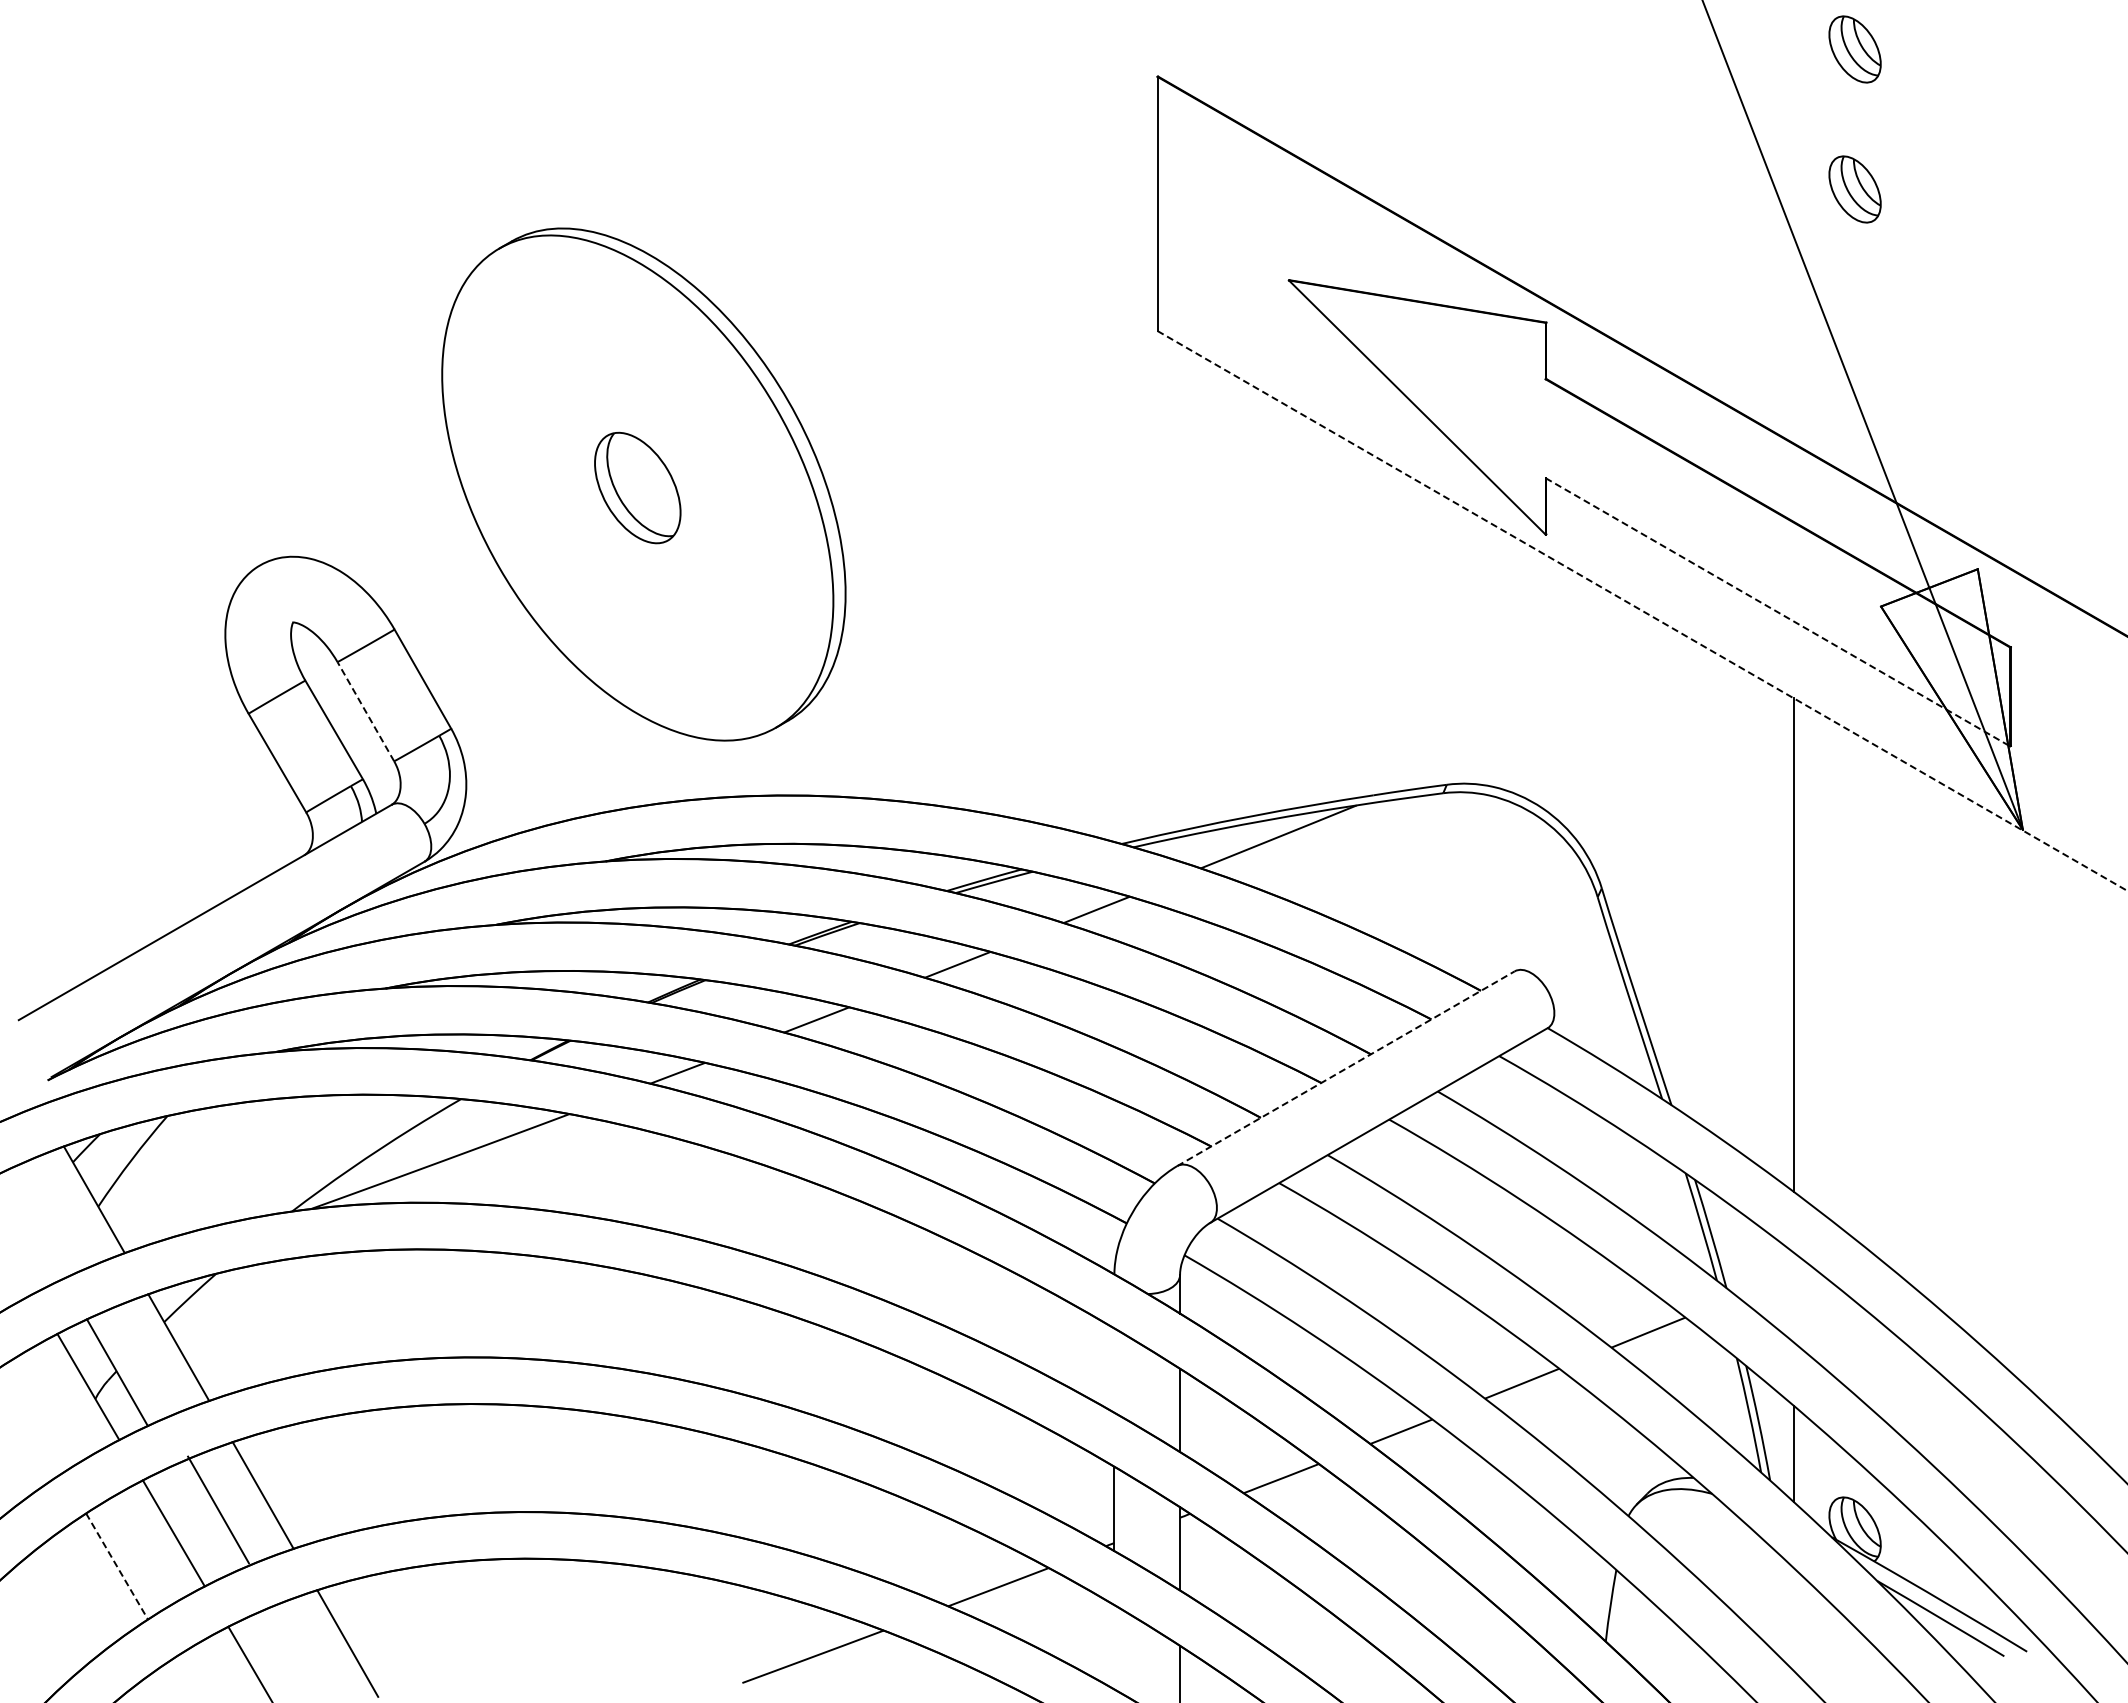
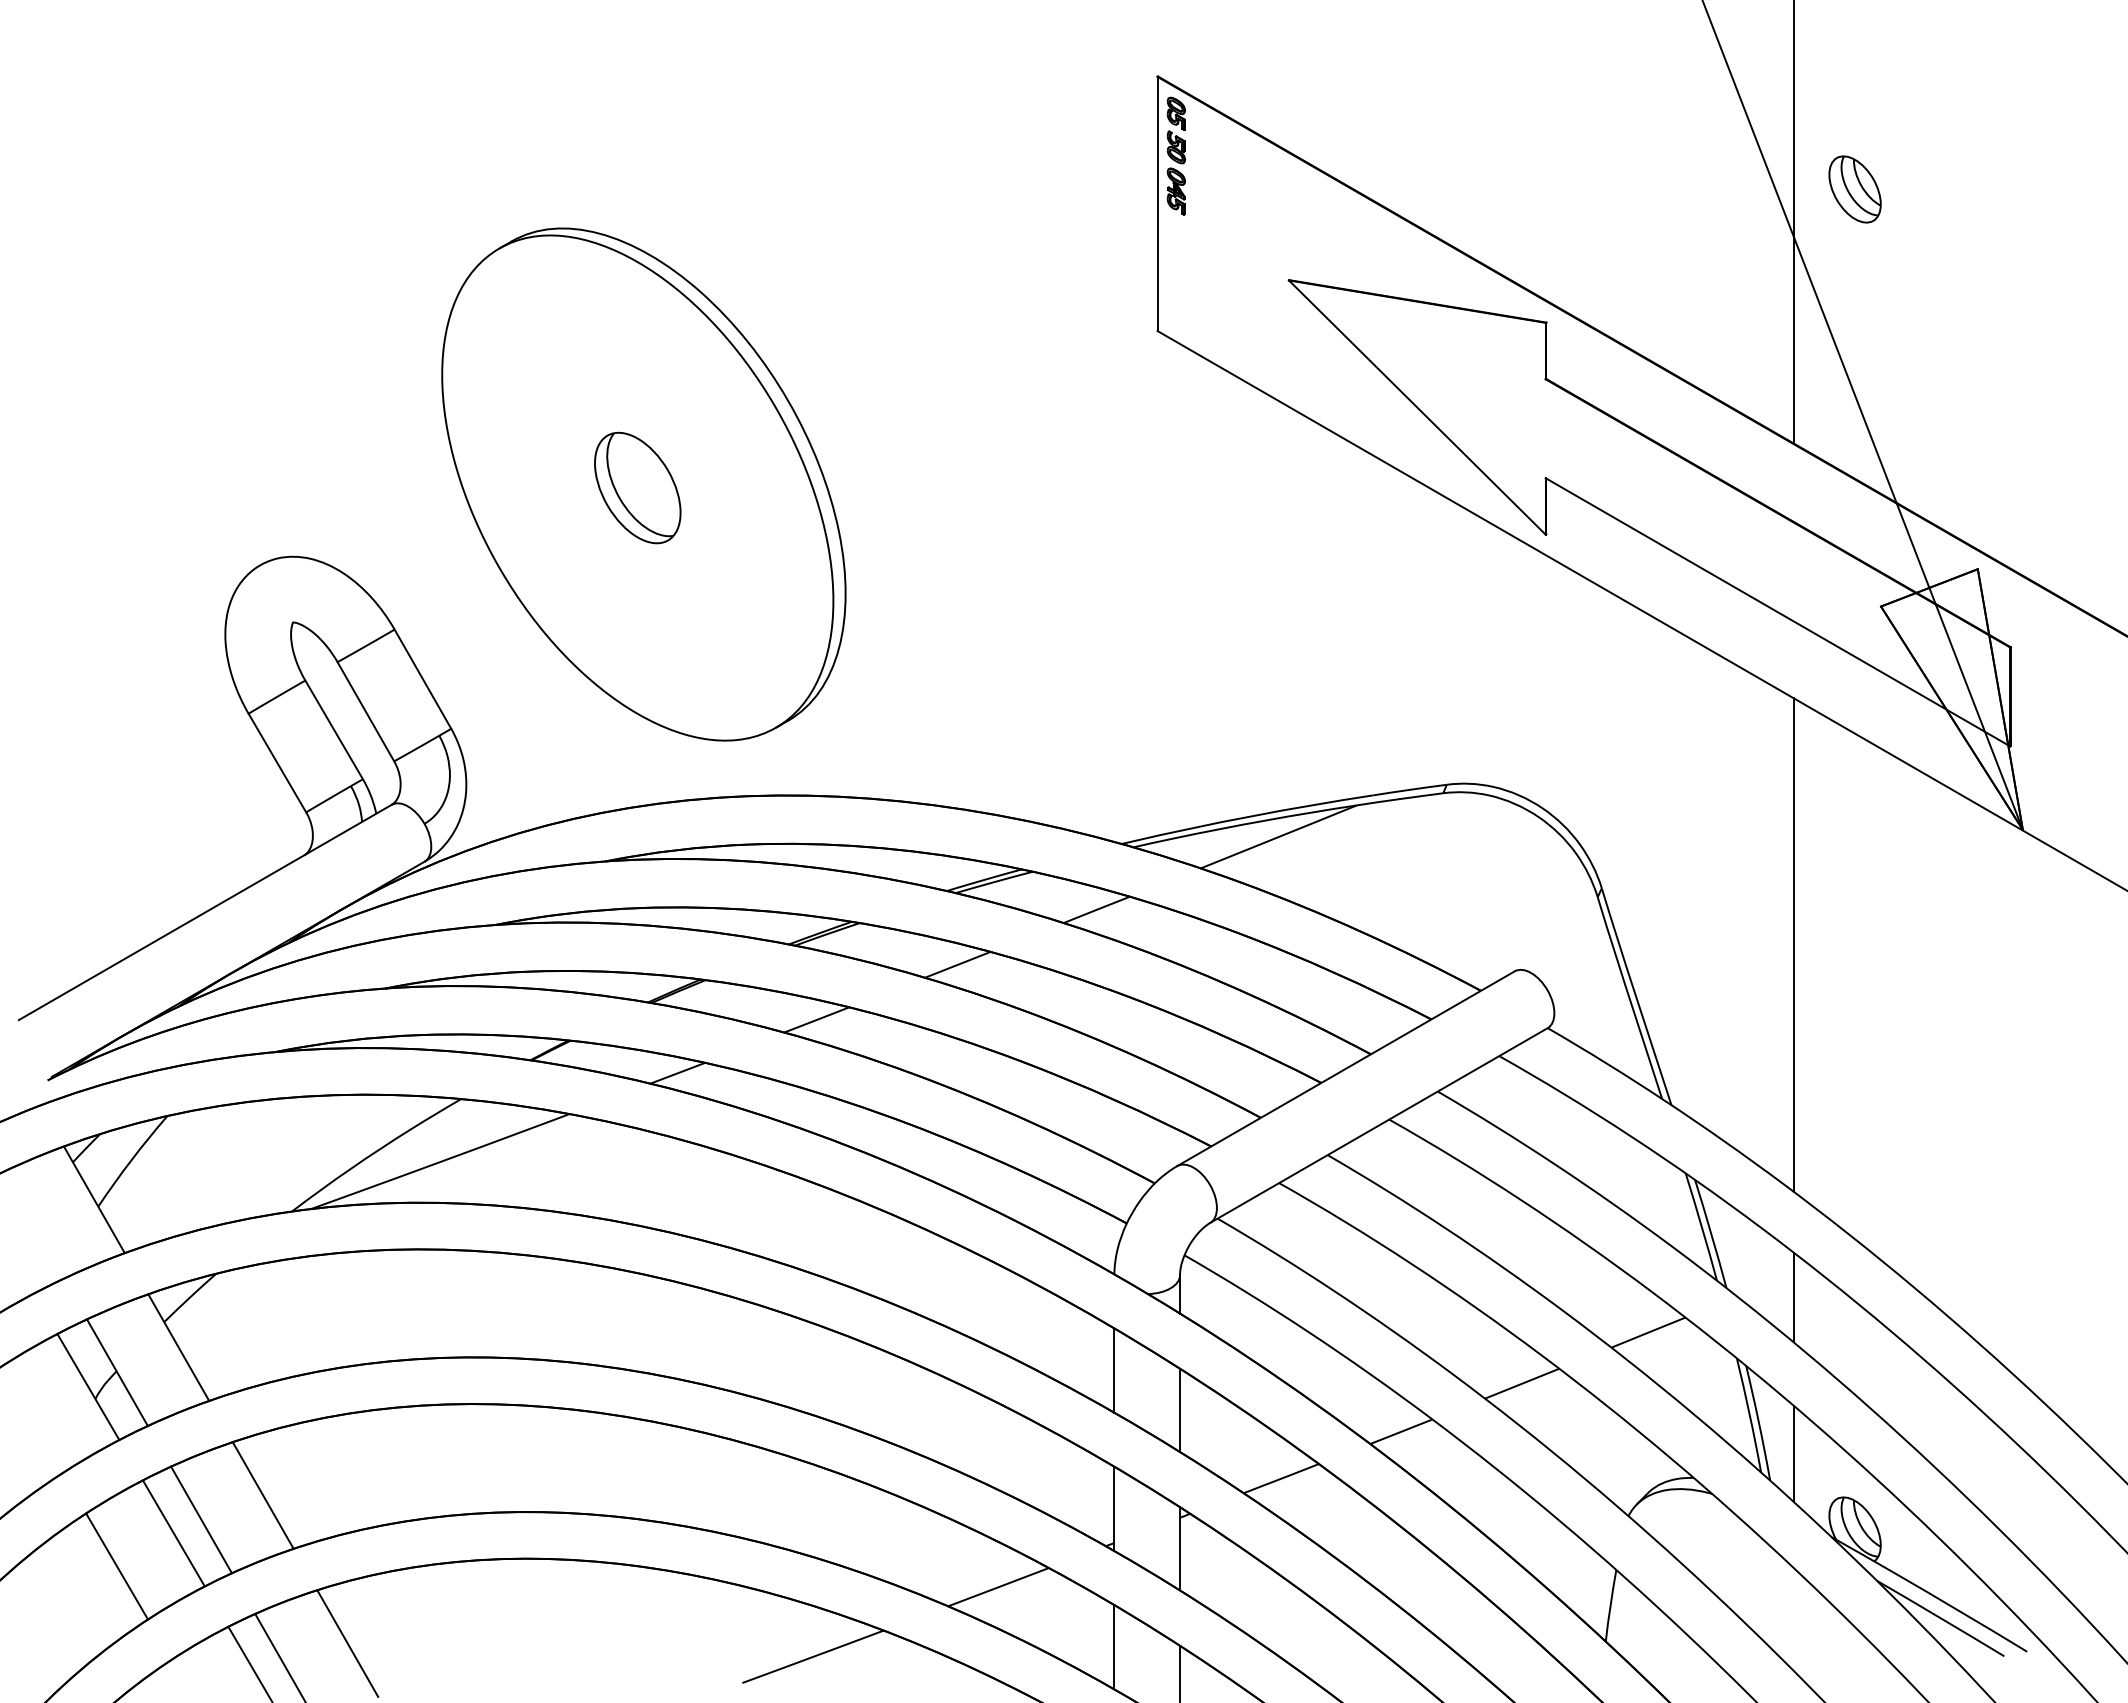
part at (1854, 49): present -> none
part at (1175, 155): none -> present
line at (1793, 222): none -> present
line at (1643, 611): dashed -> solid
line at (1778, 612): dashed -> solid
line at (365, 711): dashed -> solid
line at (1345, 1068): dashed -> solid
line at (1793, 1297): none -> present
line at (1114, 1370): none -> present
line at (218, 1509) position: (218, 1509) -> (201, 1519)
line at (117, 1566): dashed -> solid
line at (1114, 1647): none -> present
line at (279, 1656): none -> present
